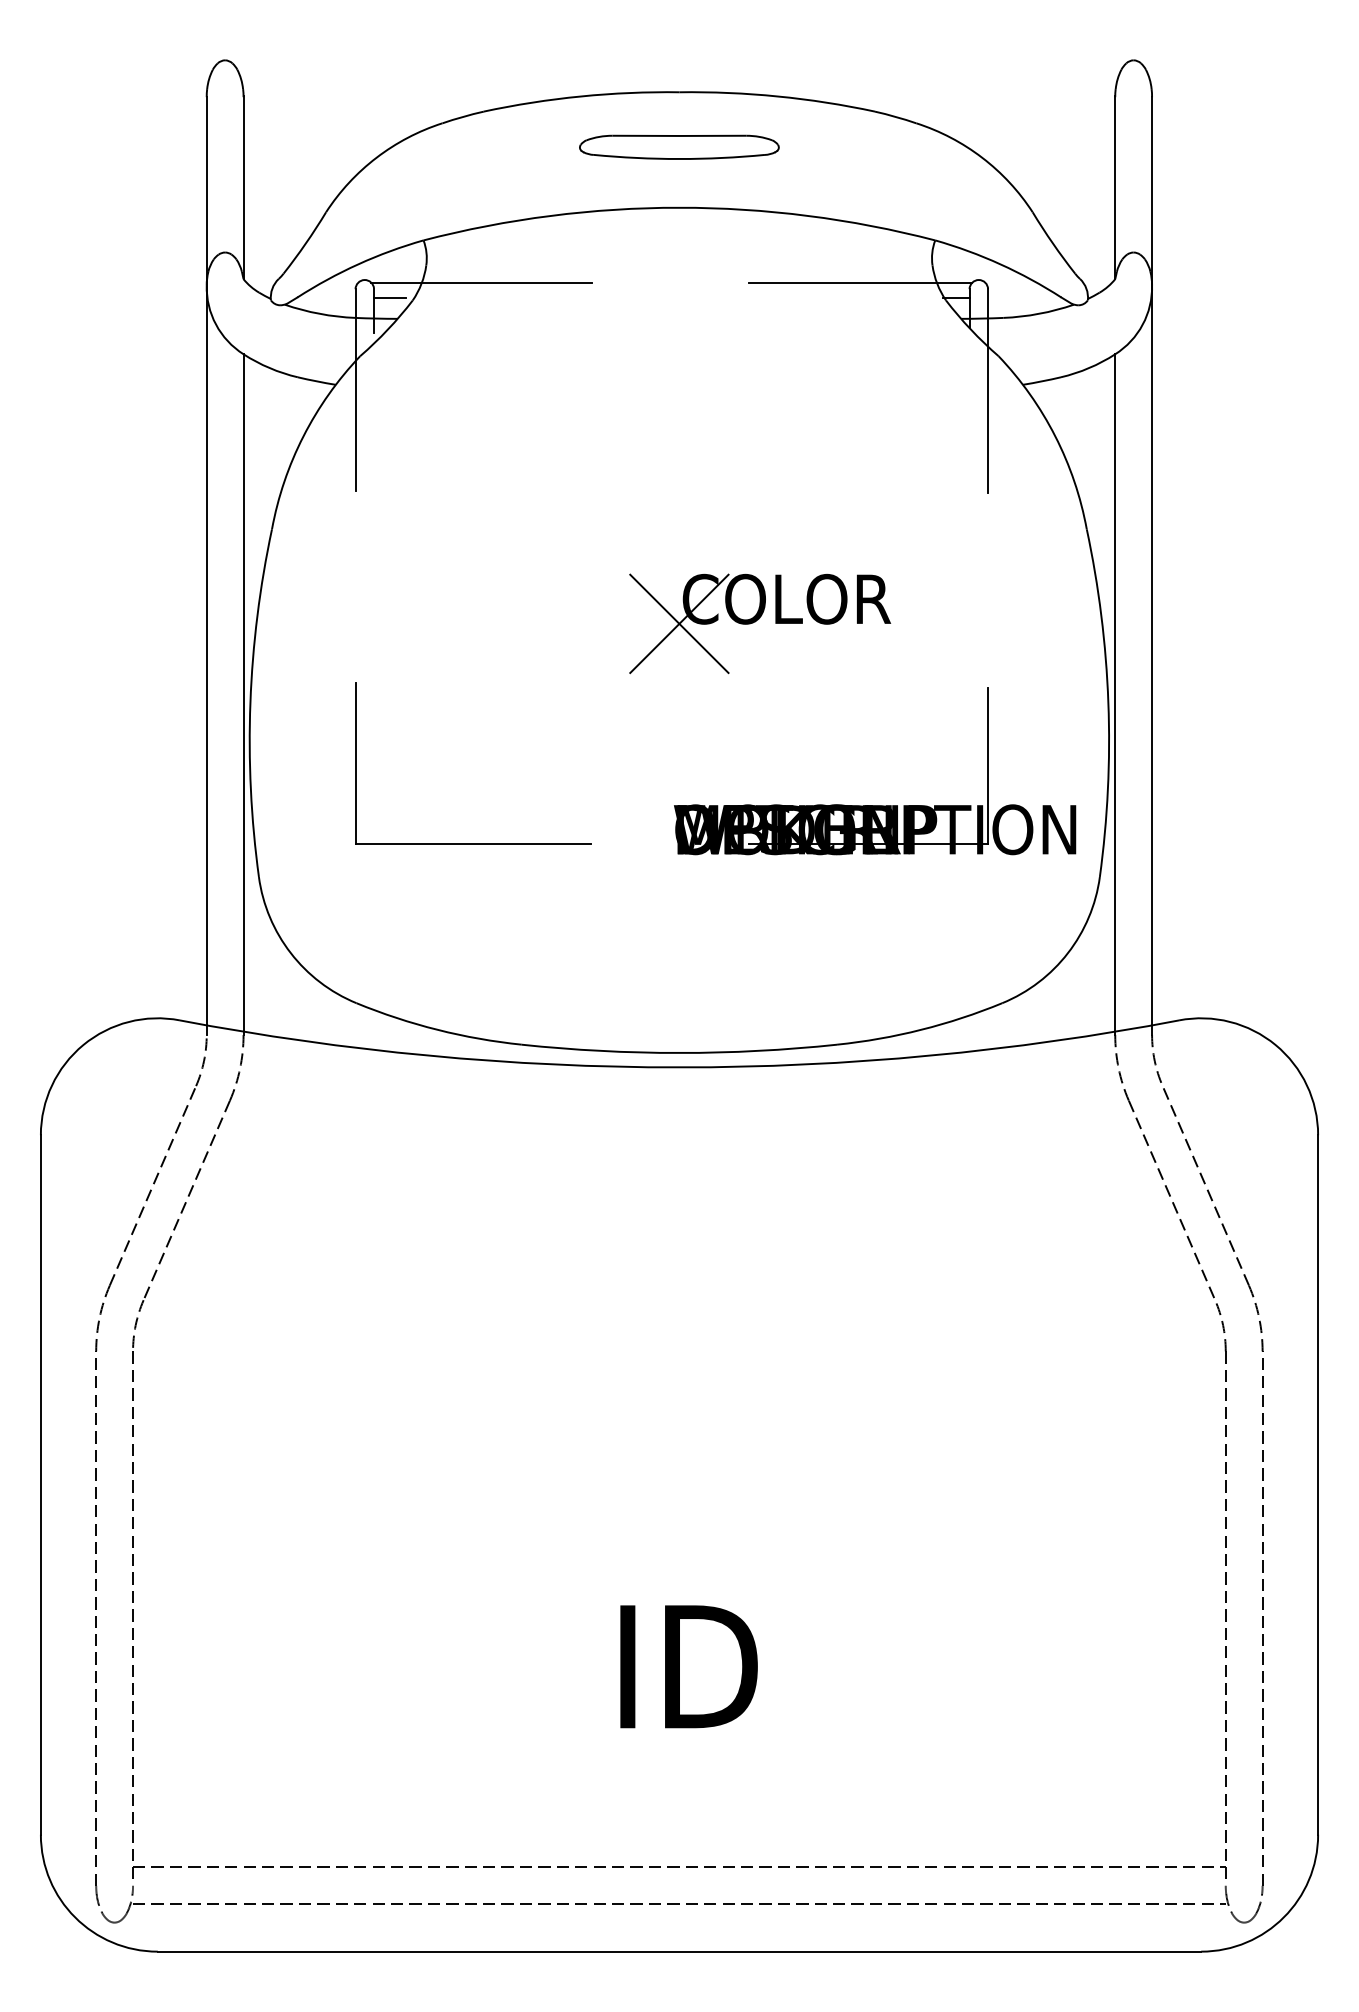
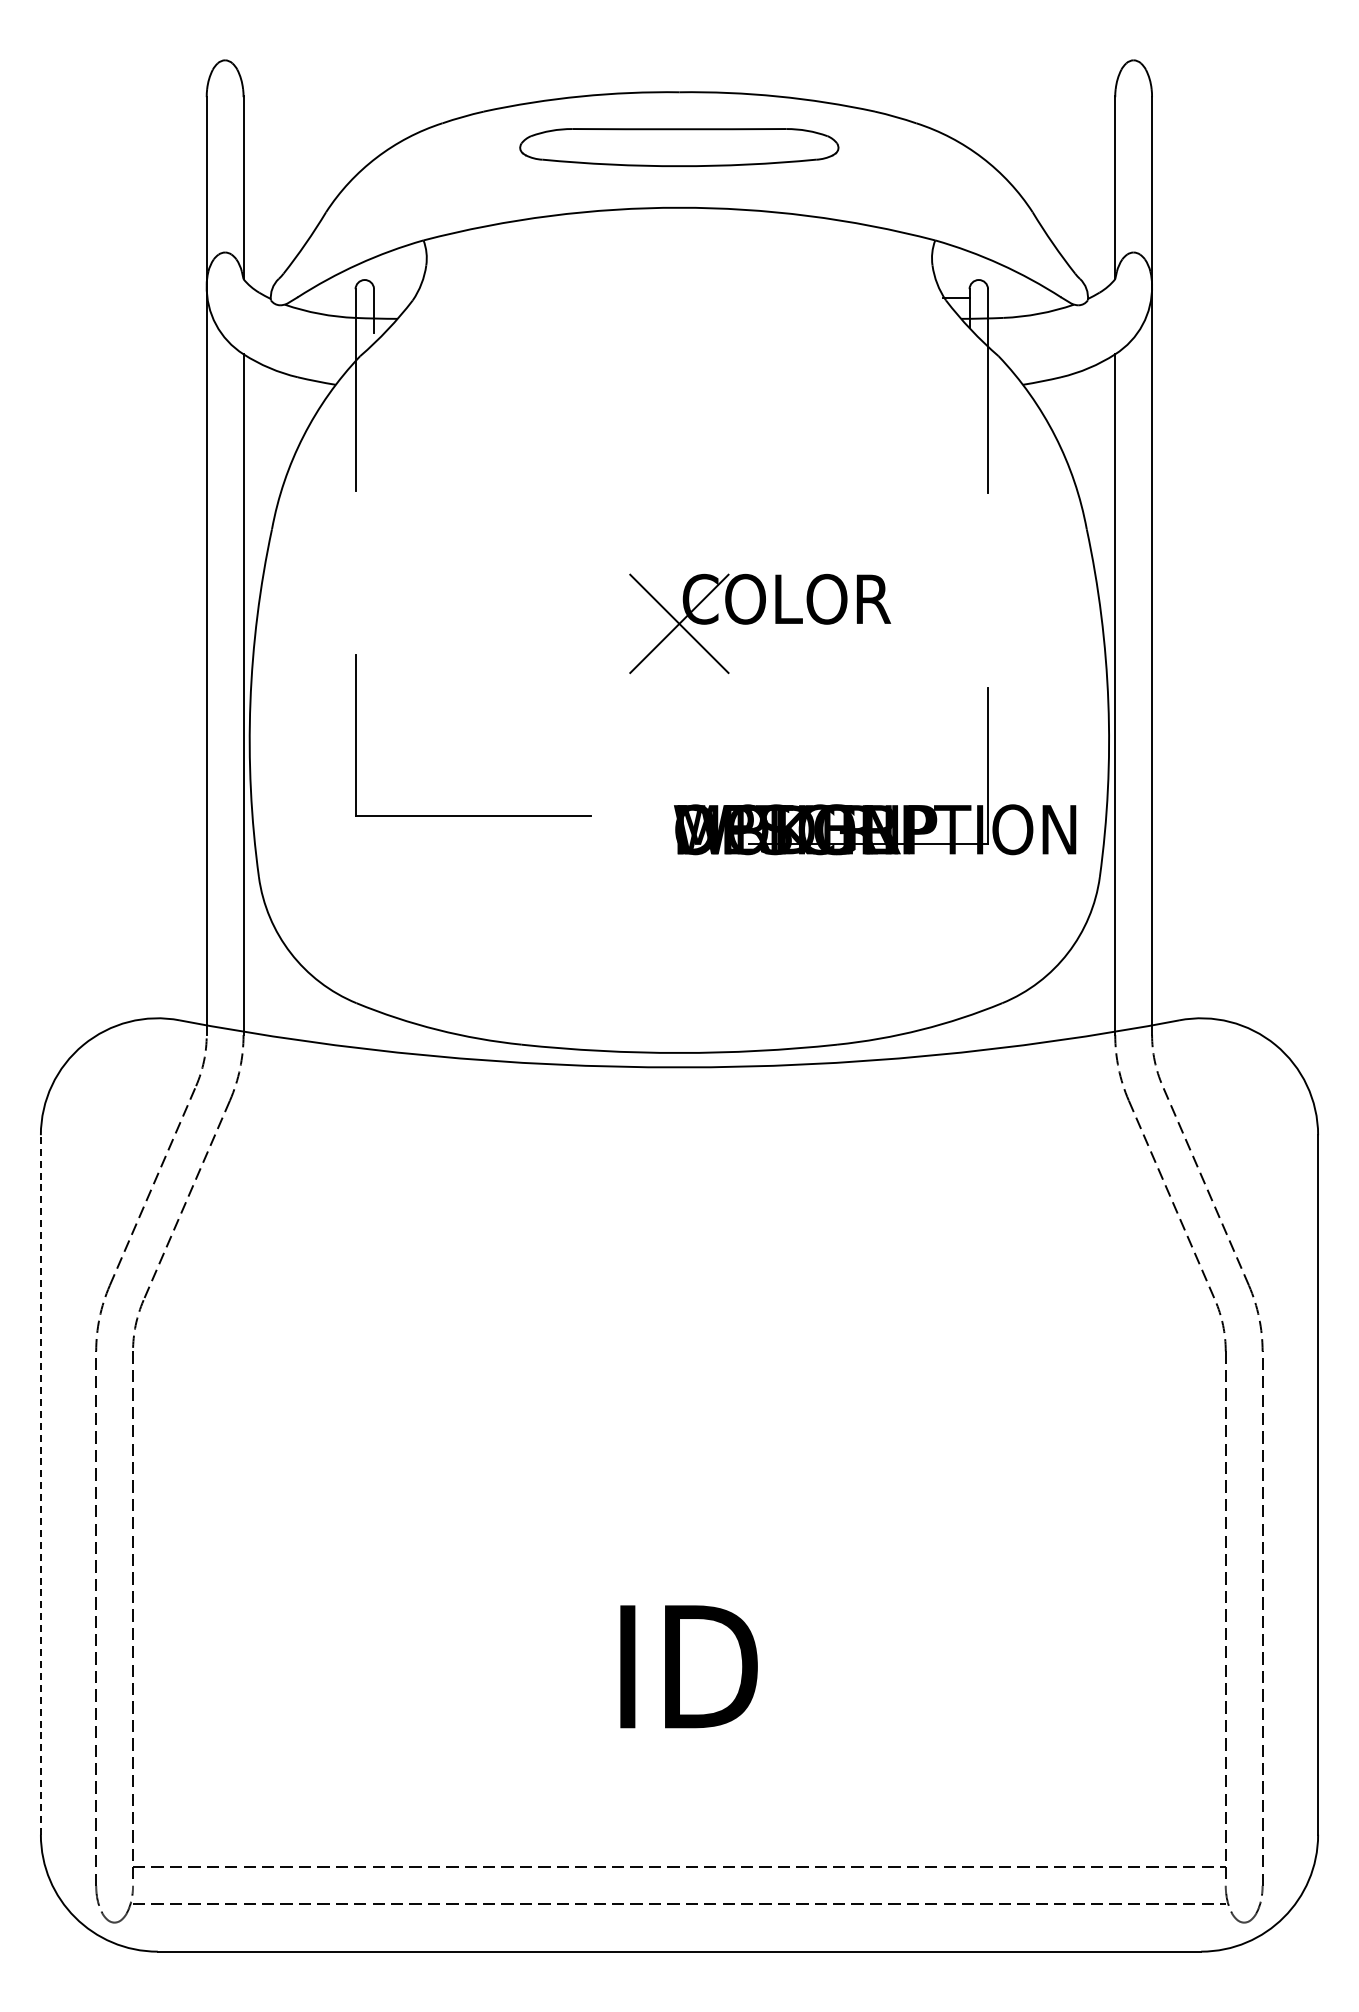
part at (679, 146) size: 201x26 px -> 321x39 px
line at (481, 282): present -> none
line at (860, 282): present -> none
line at (389, 298): present -> none
part at (473, 843) position: (473, 843) -> (473, 815)
line at (40, 1484): solid -> dashed
